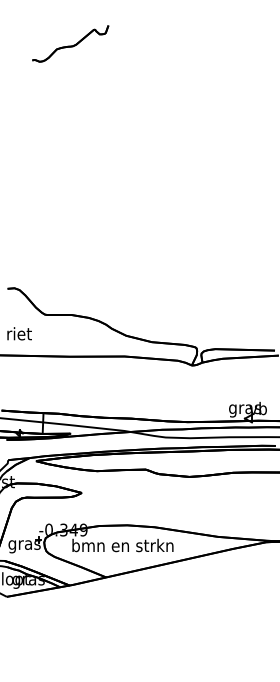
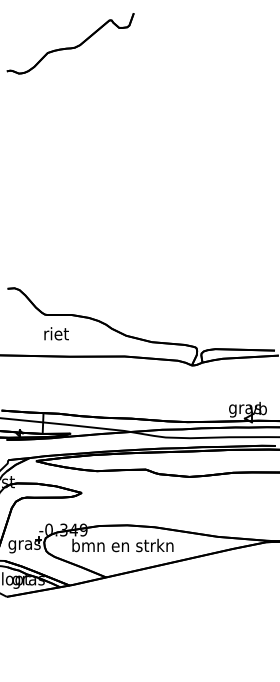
part at (70, 43) size: 78x38 px -> 129x62 px
text at (19, 333) position: (19, 333) -> (56, 333)
